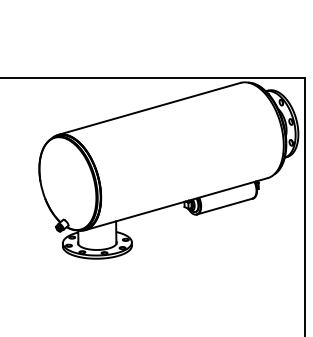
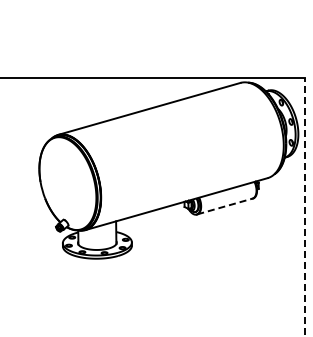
line at (224, 206): solid -> dashed
line at (304, 207): solid -> dashed
